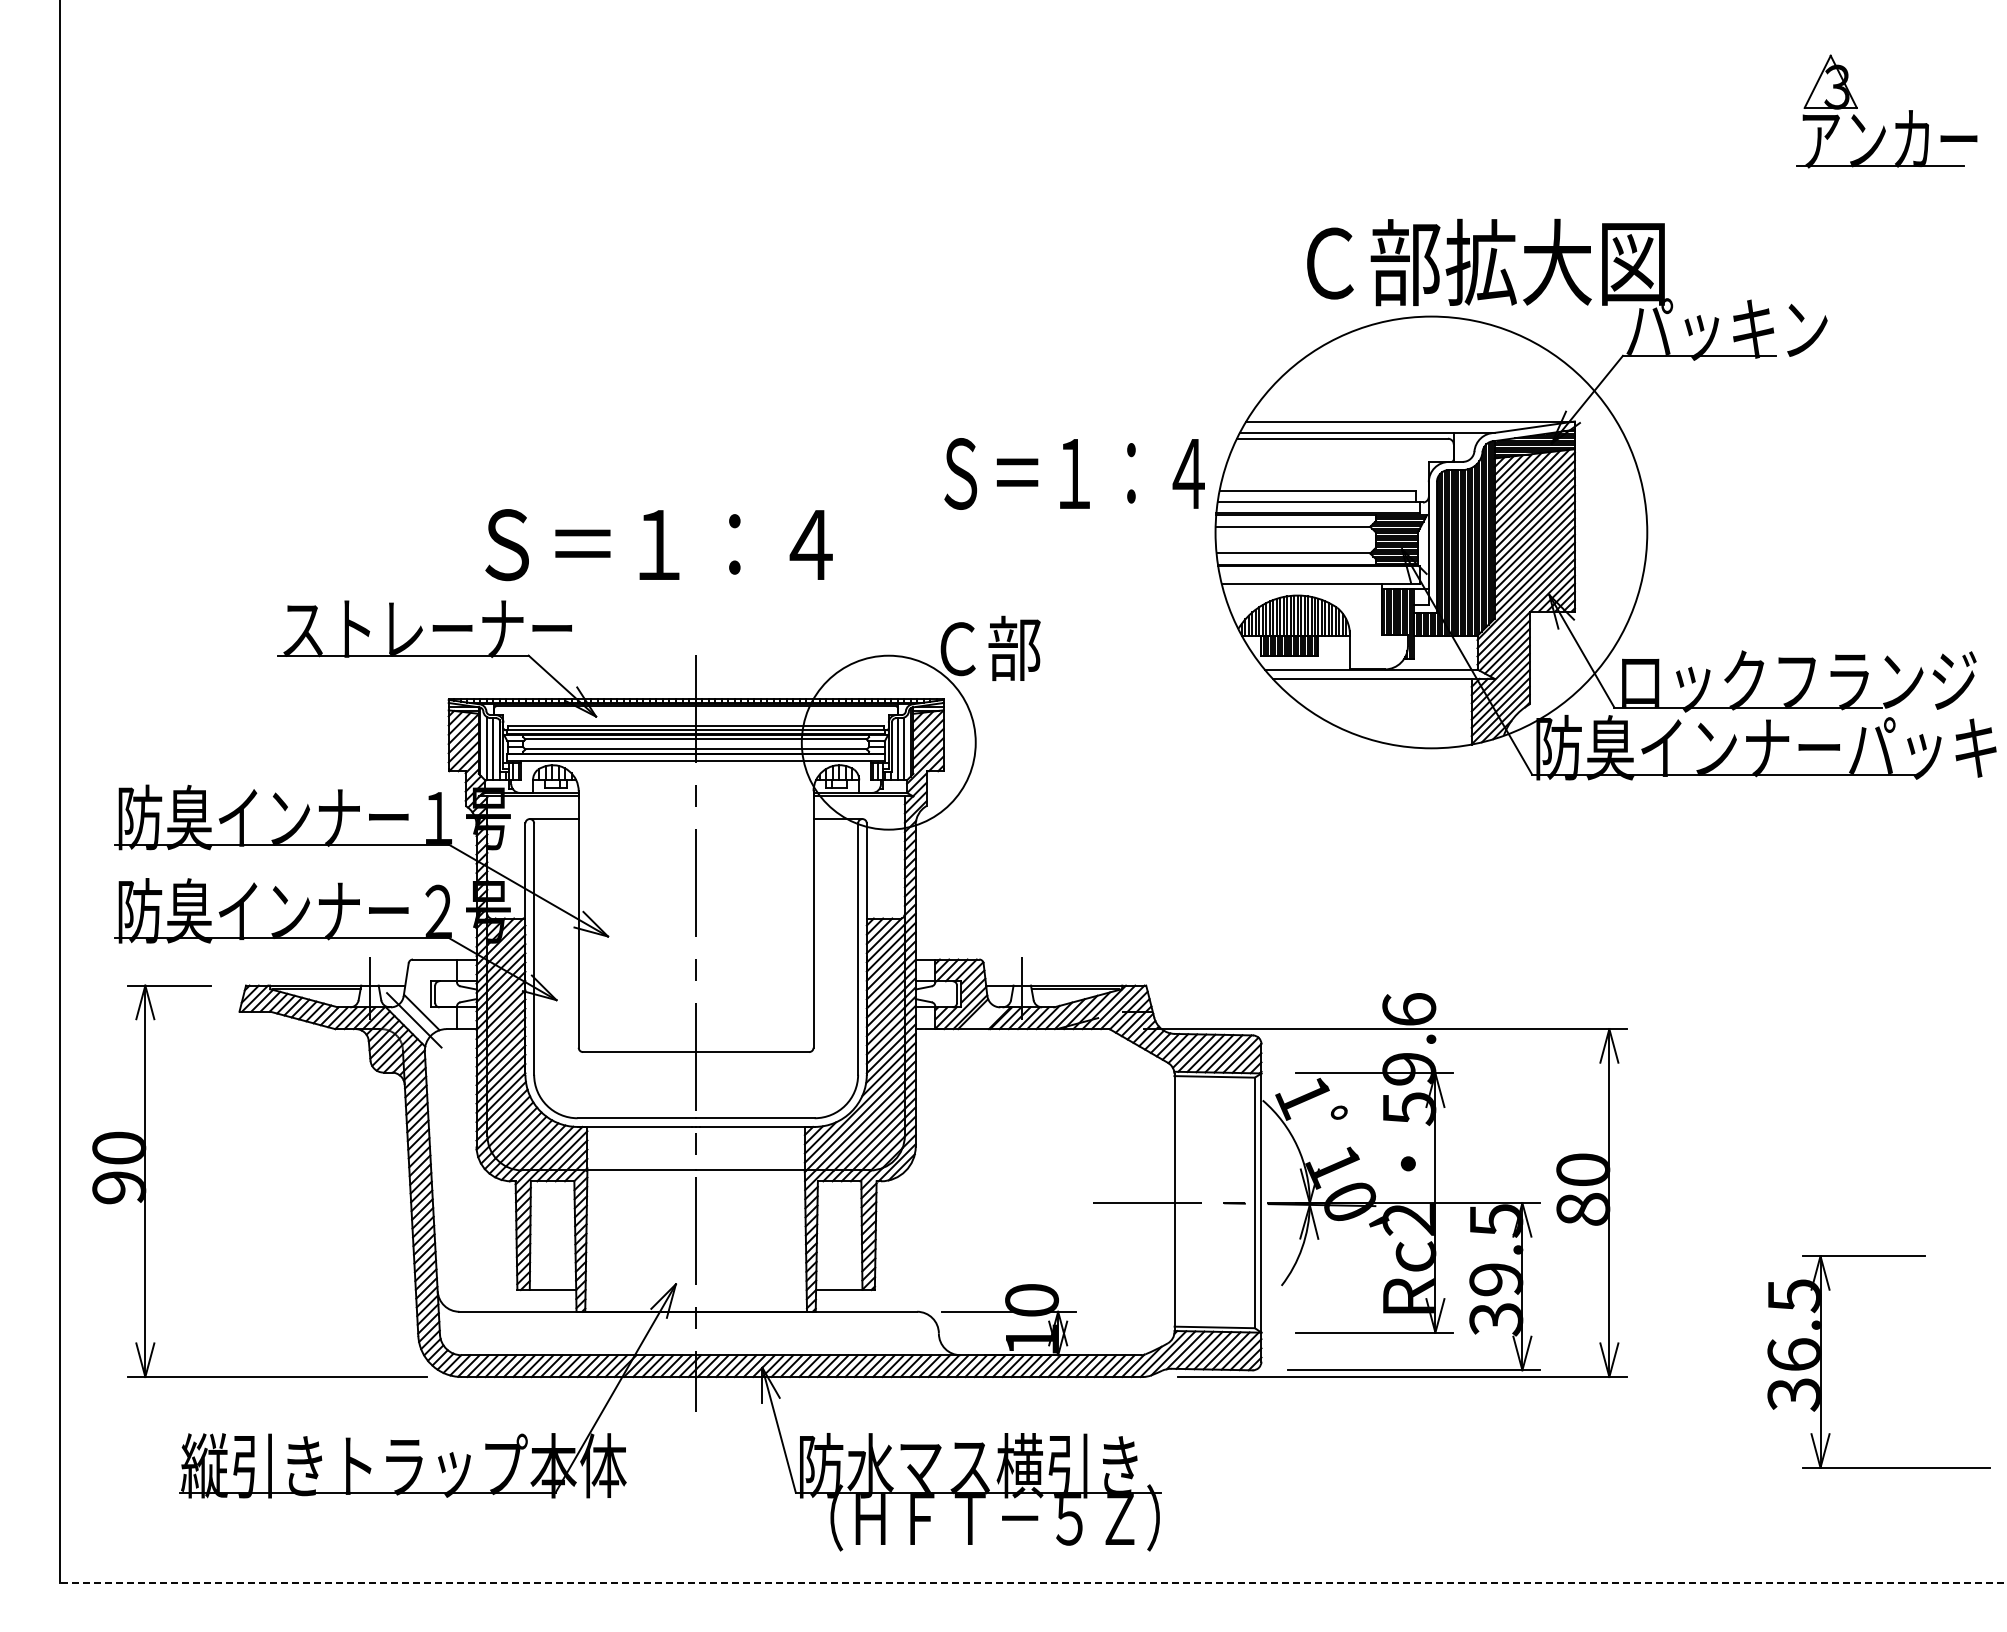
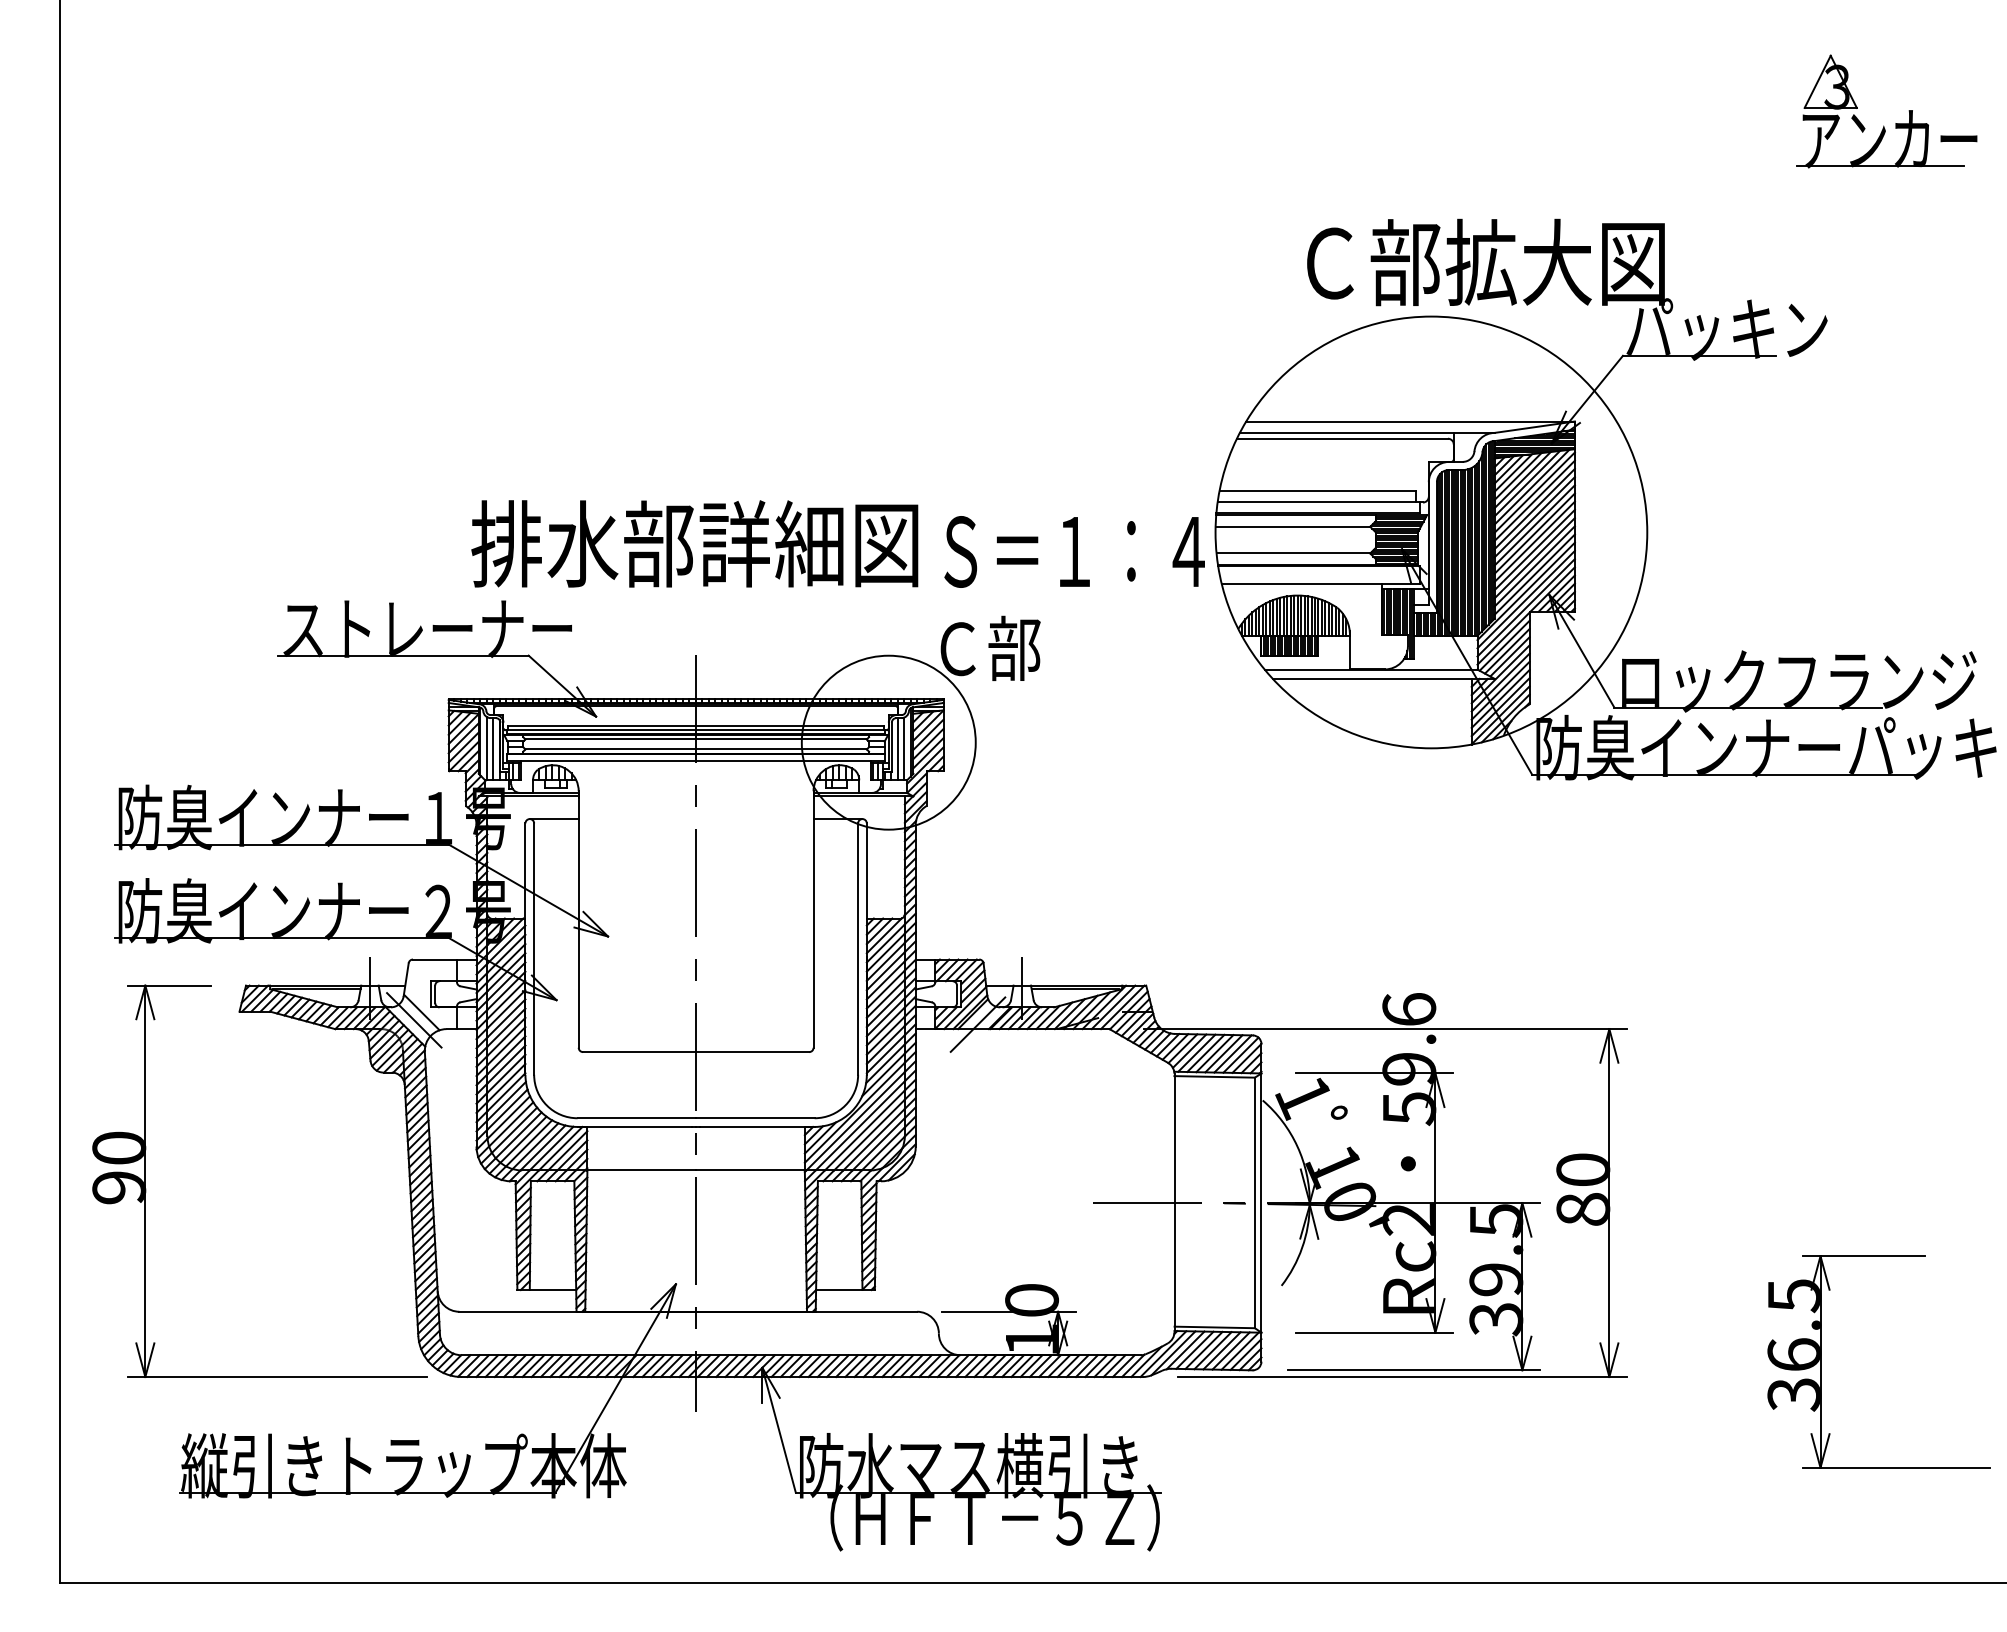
text at (1074, 473) position: (1074, 473) -> (1074, 551)
text at (694, 543): Ｓ＝１：４ -> 排水部詳細図
line at (977, 1024): none -> present
line at (1033, 1582): dashed -> solid
